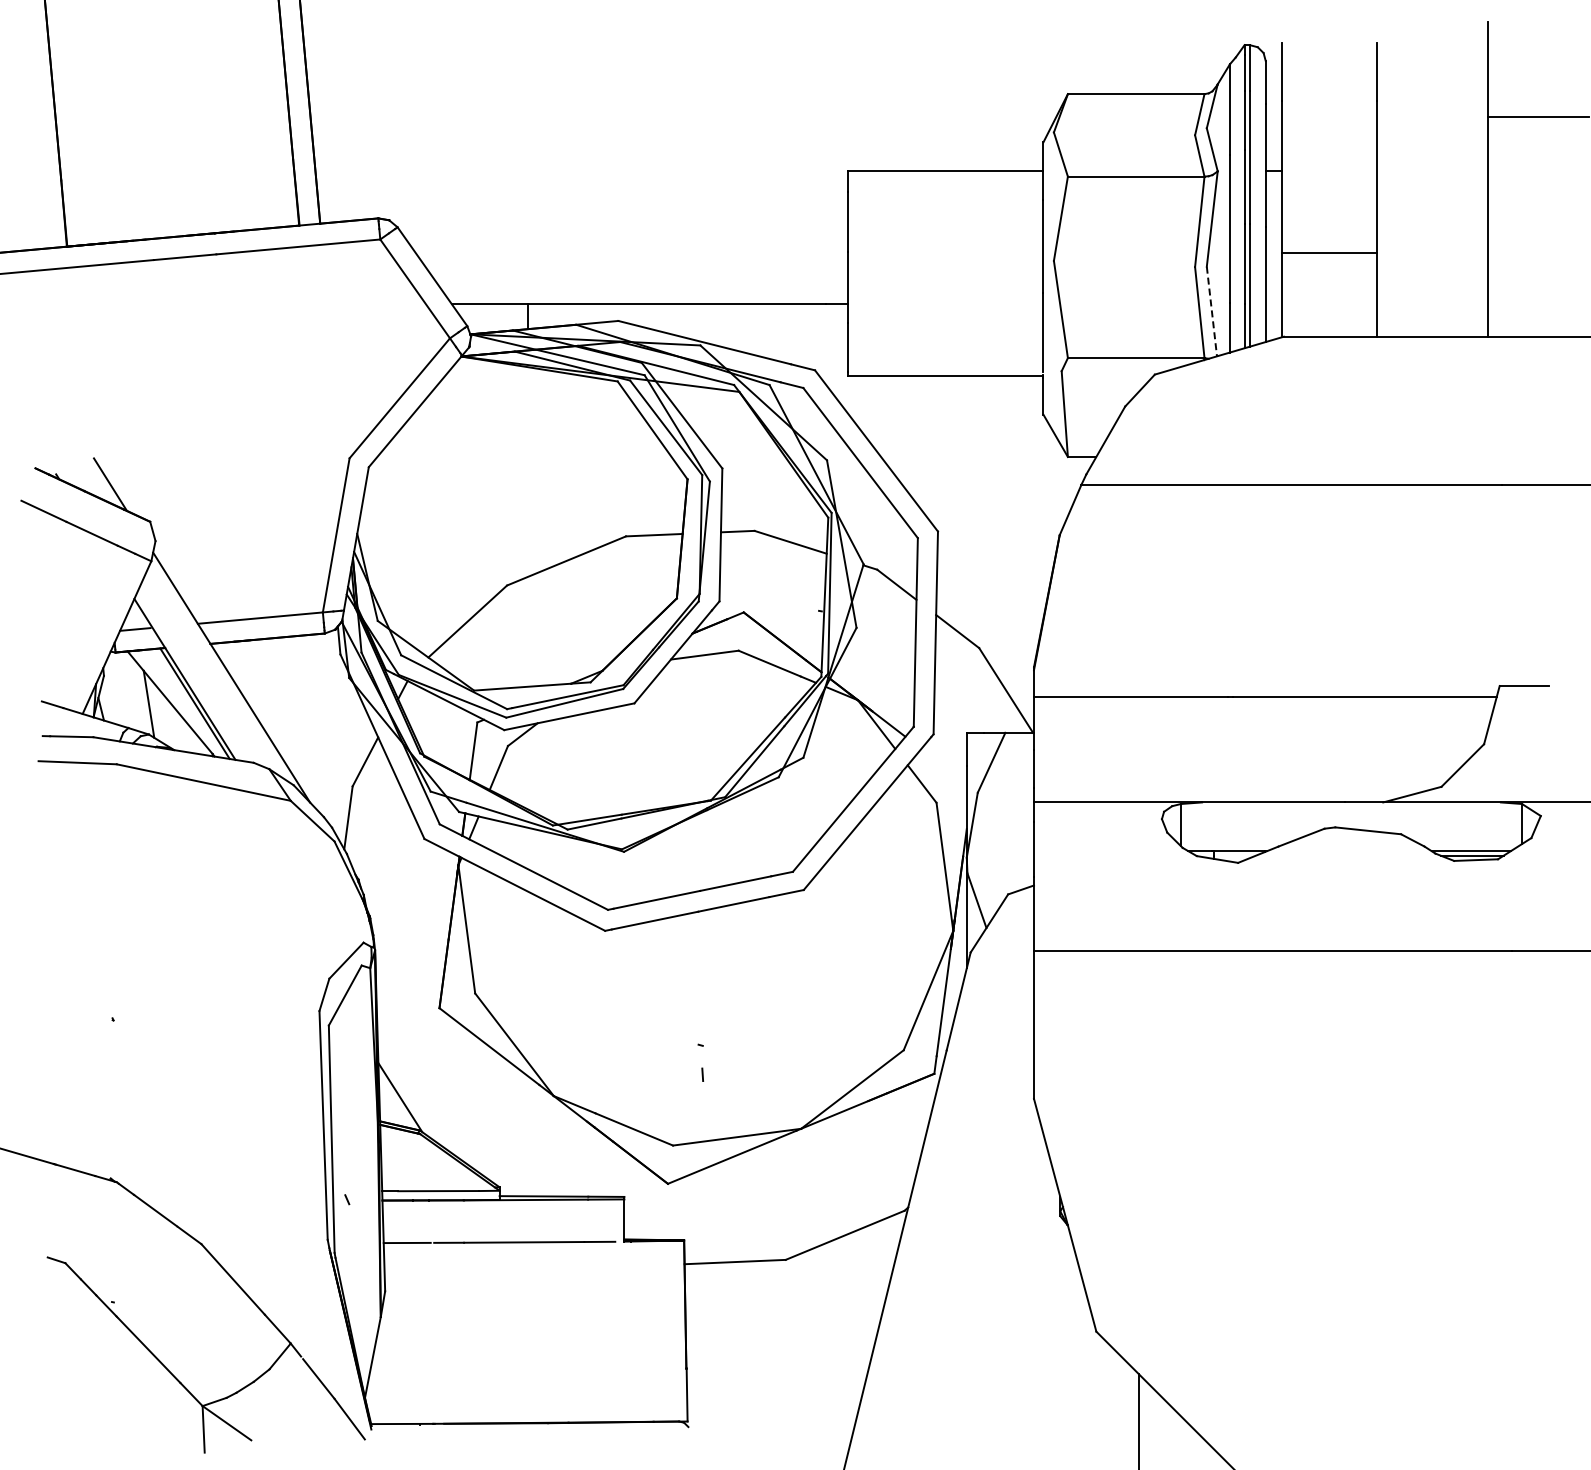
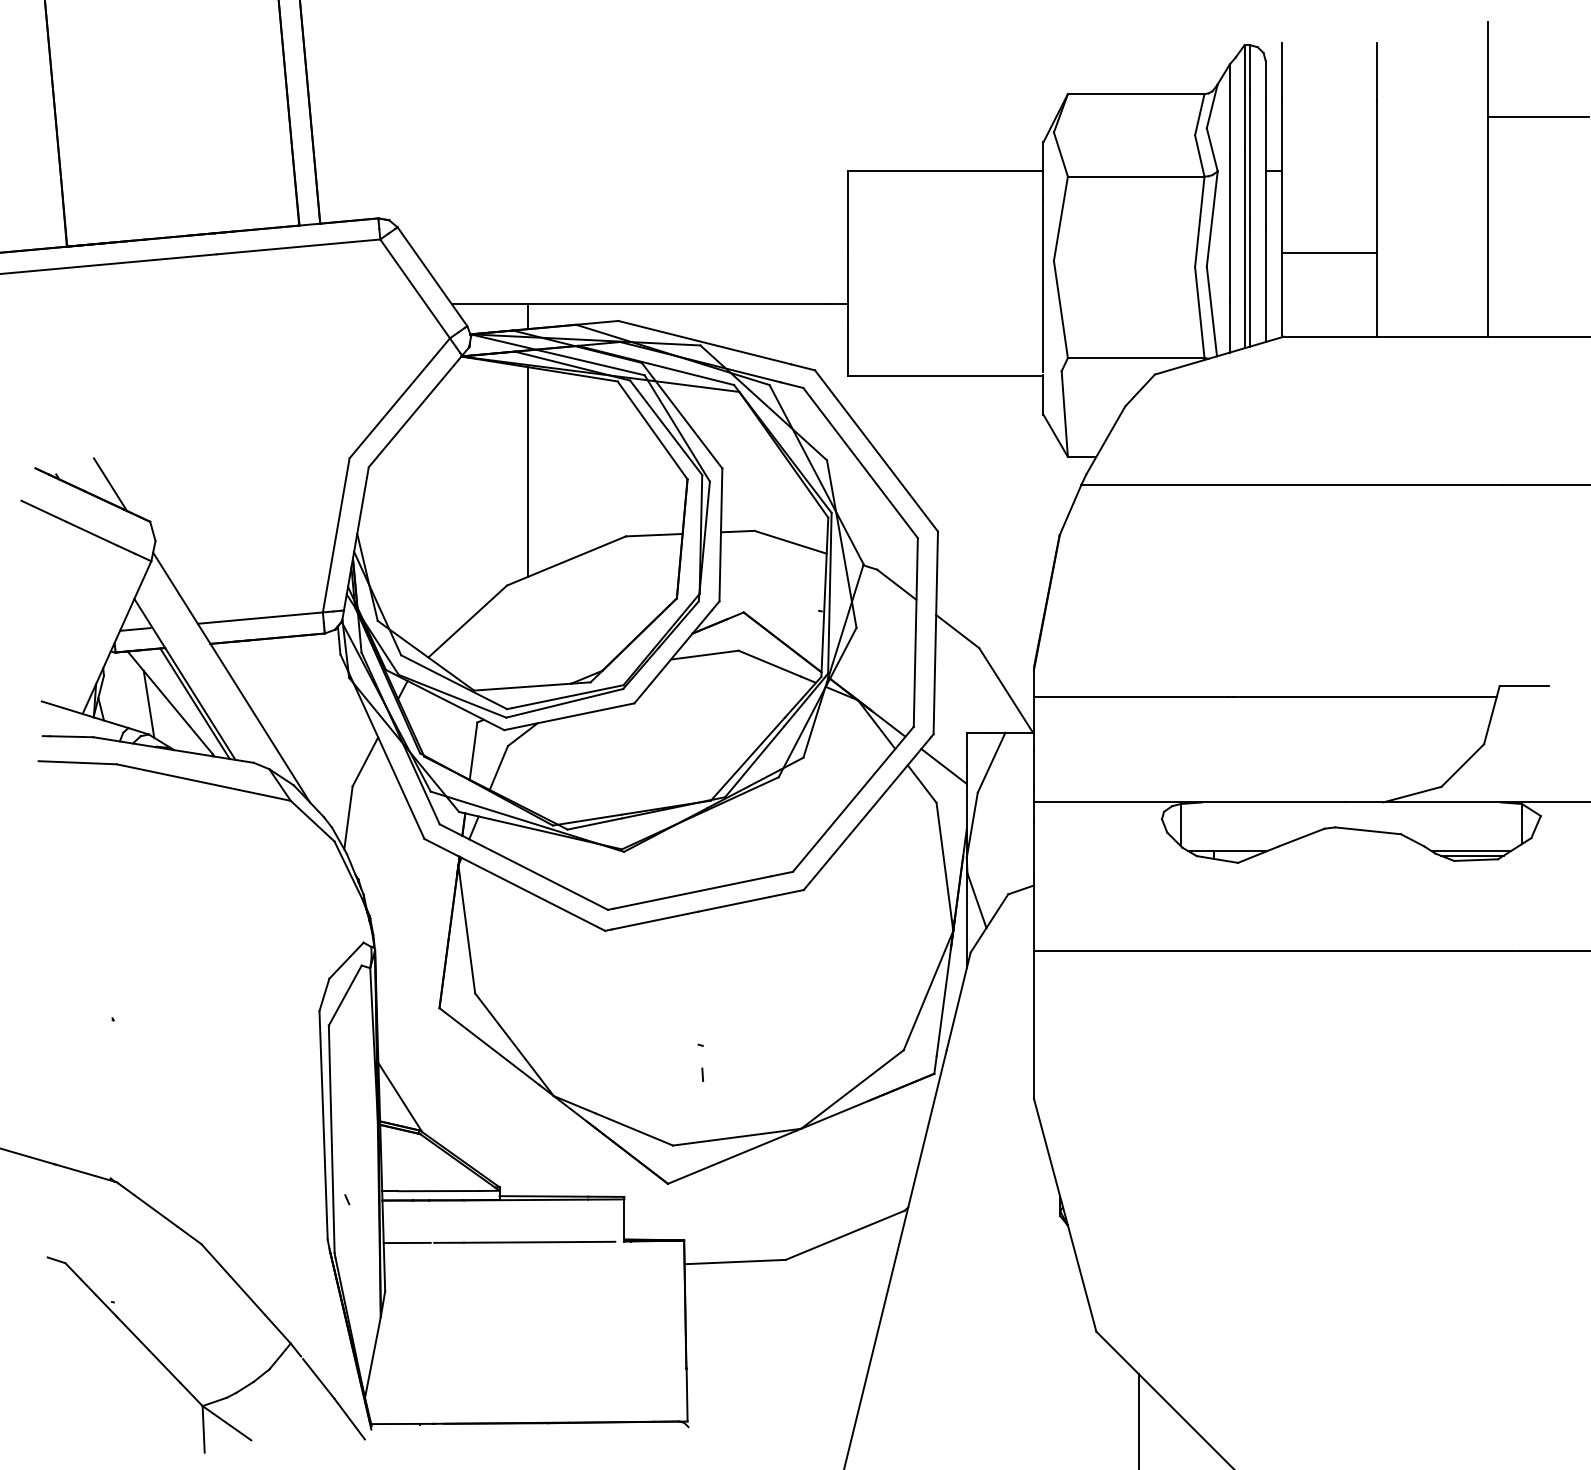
line at (1211, 312): dashed -> solid
line at (528, 471): none -> present
line at (943, 765): none -> present
